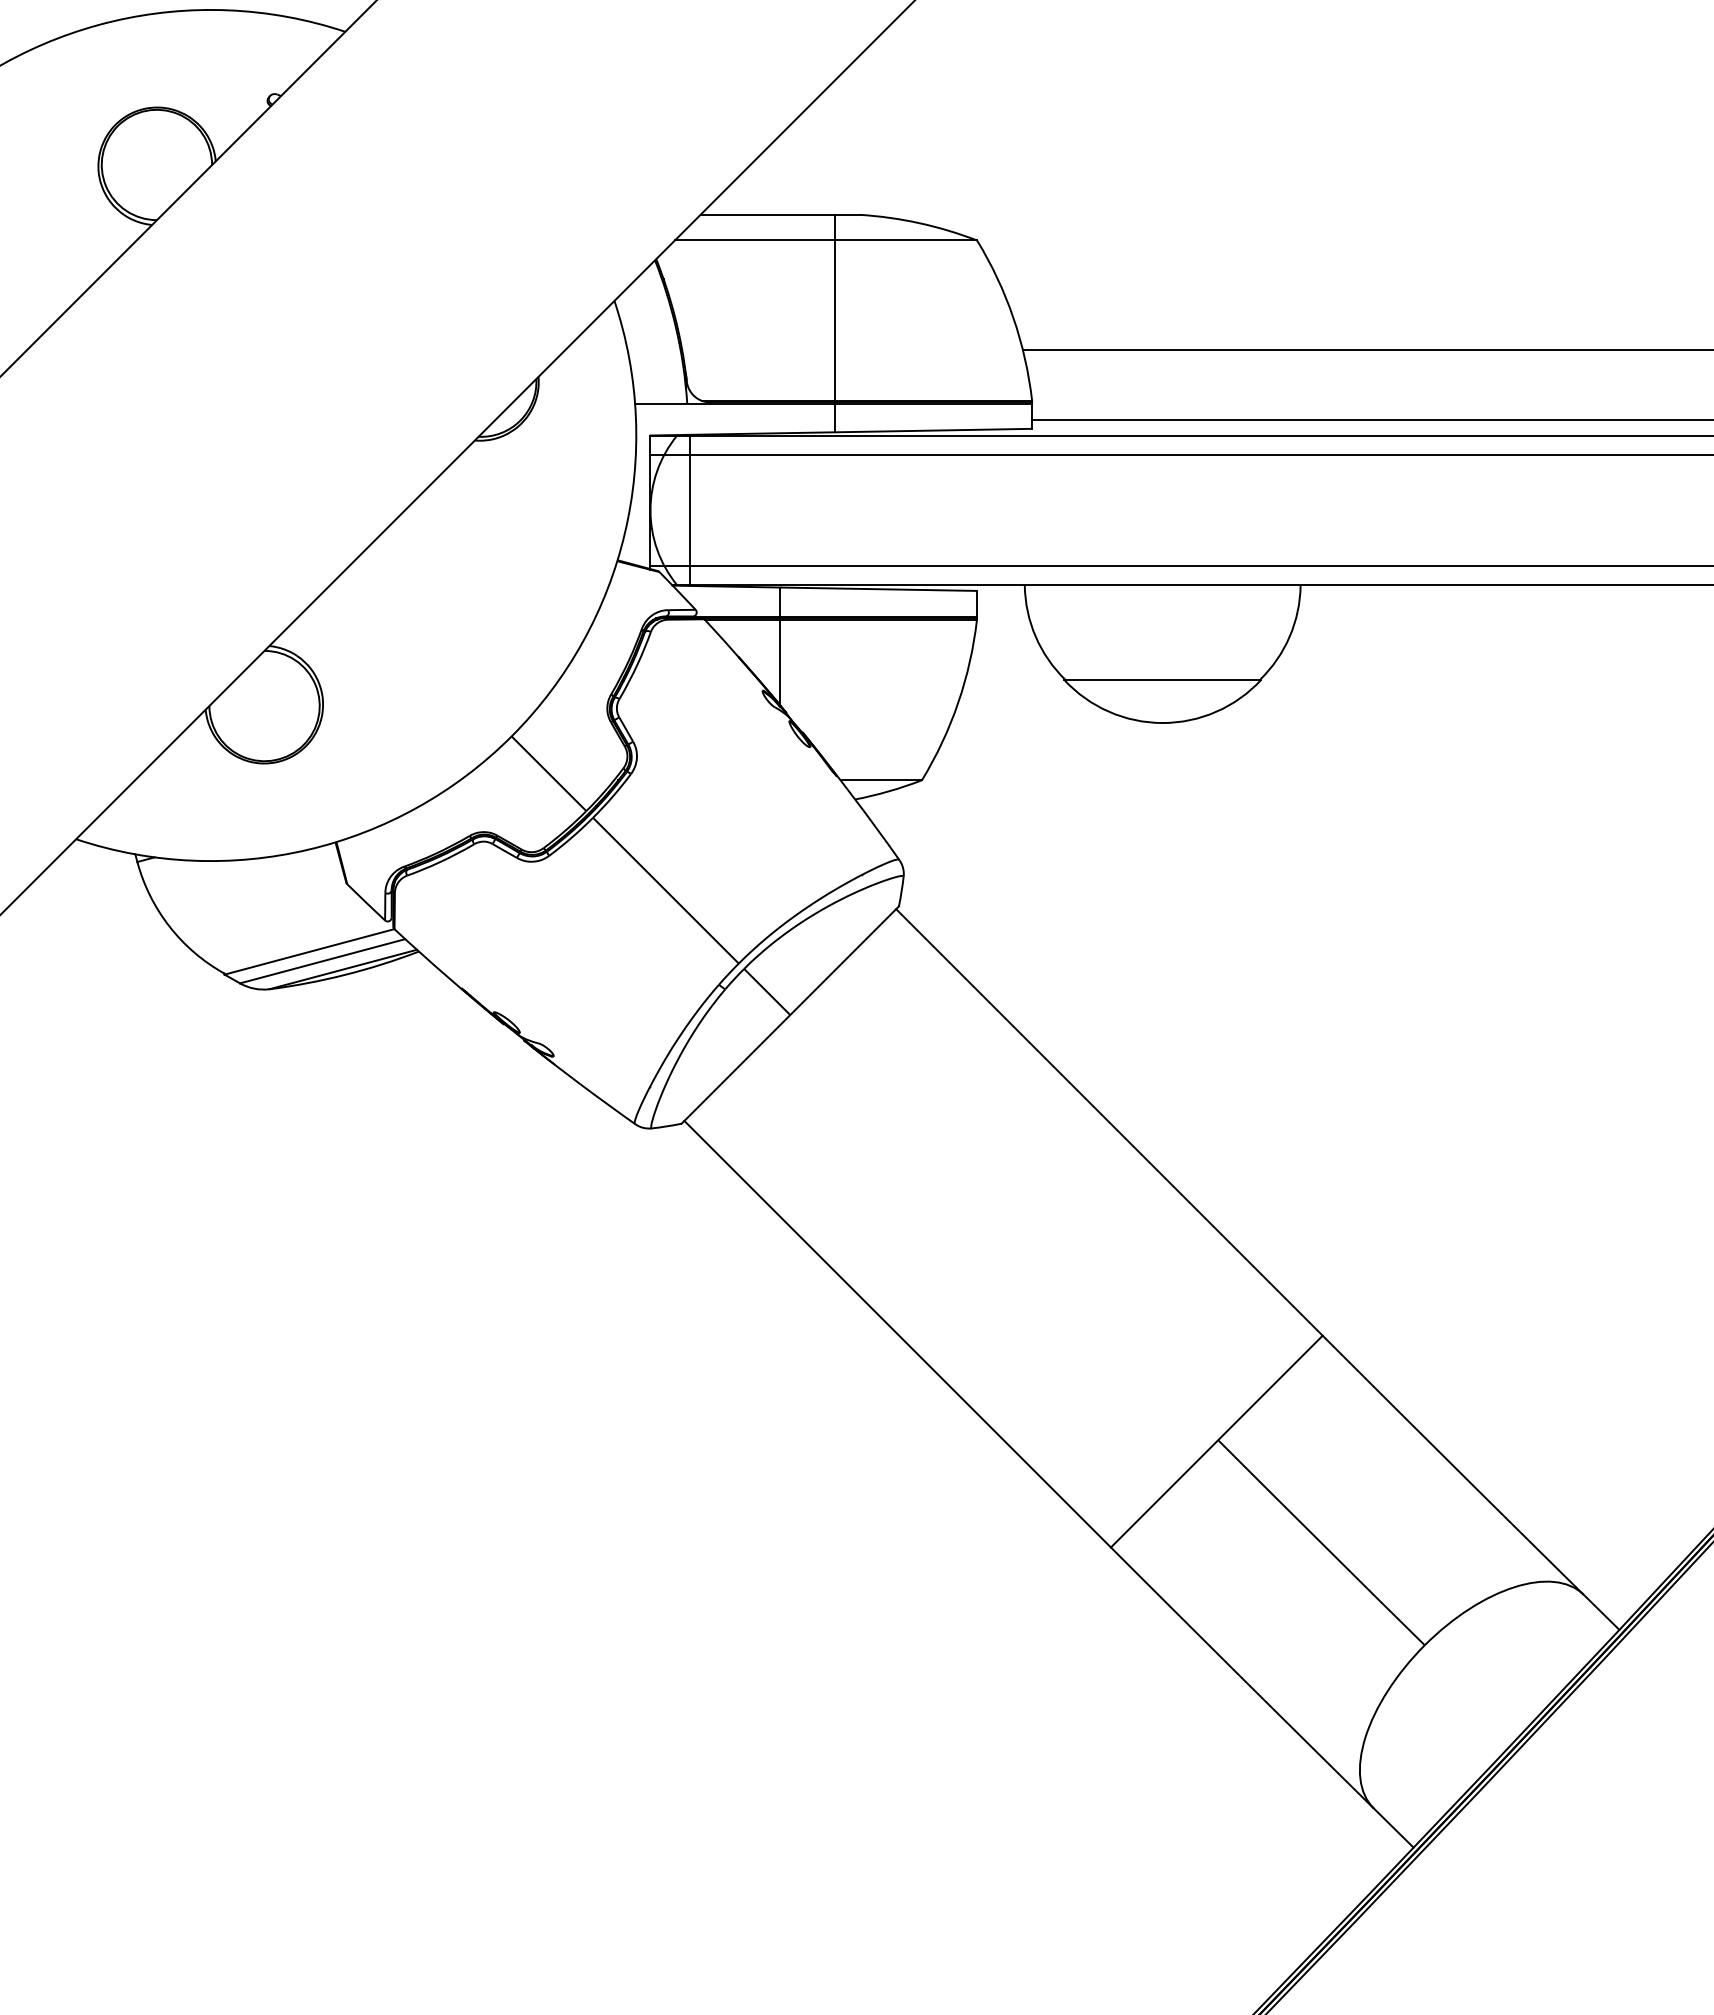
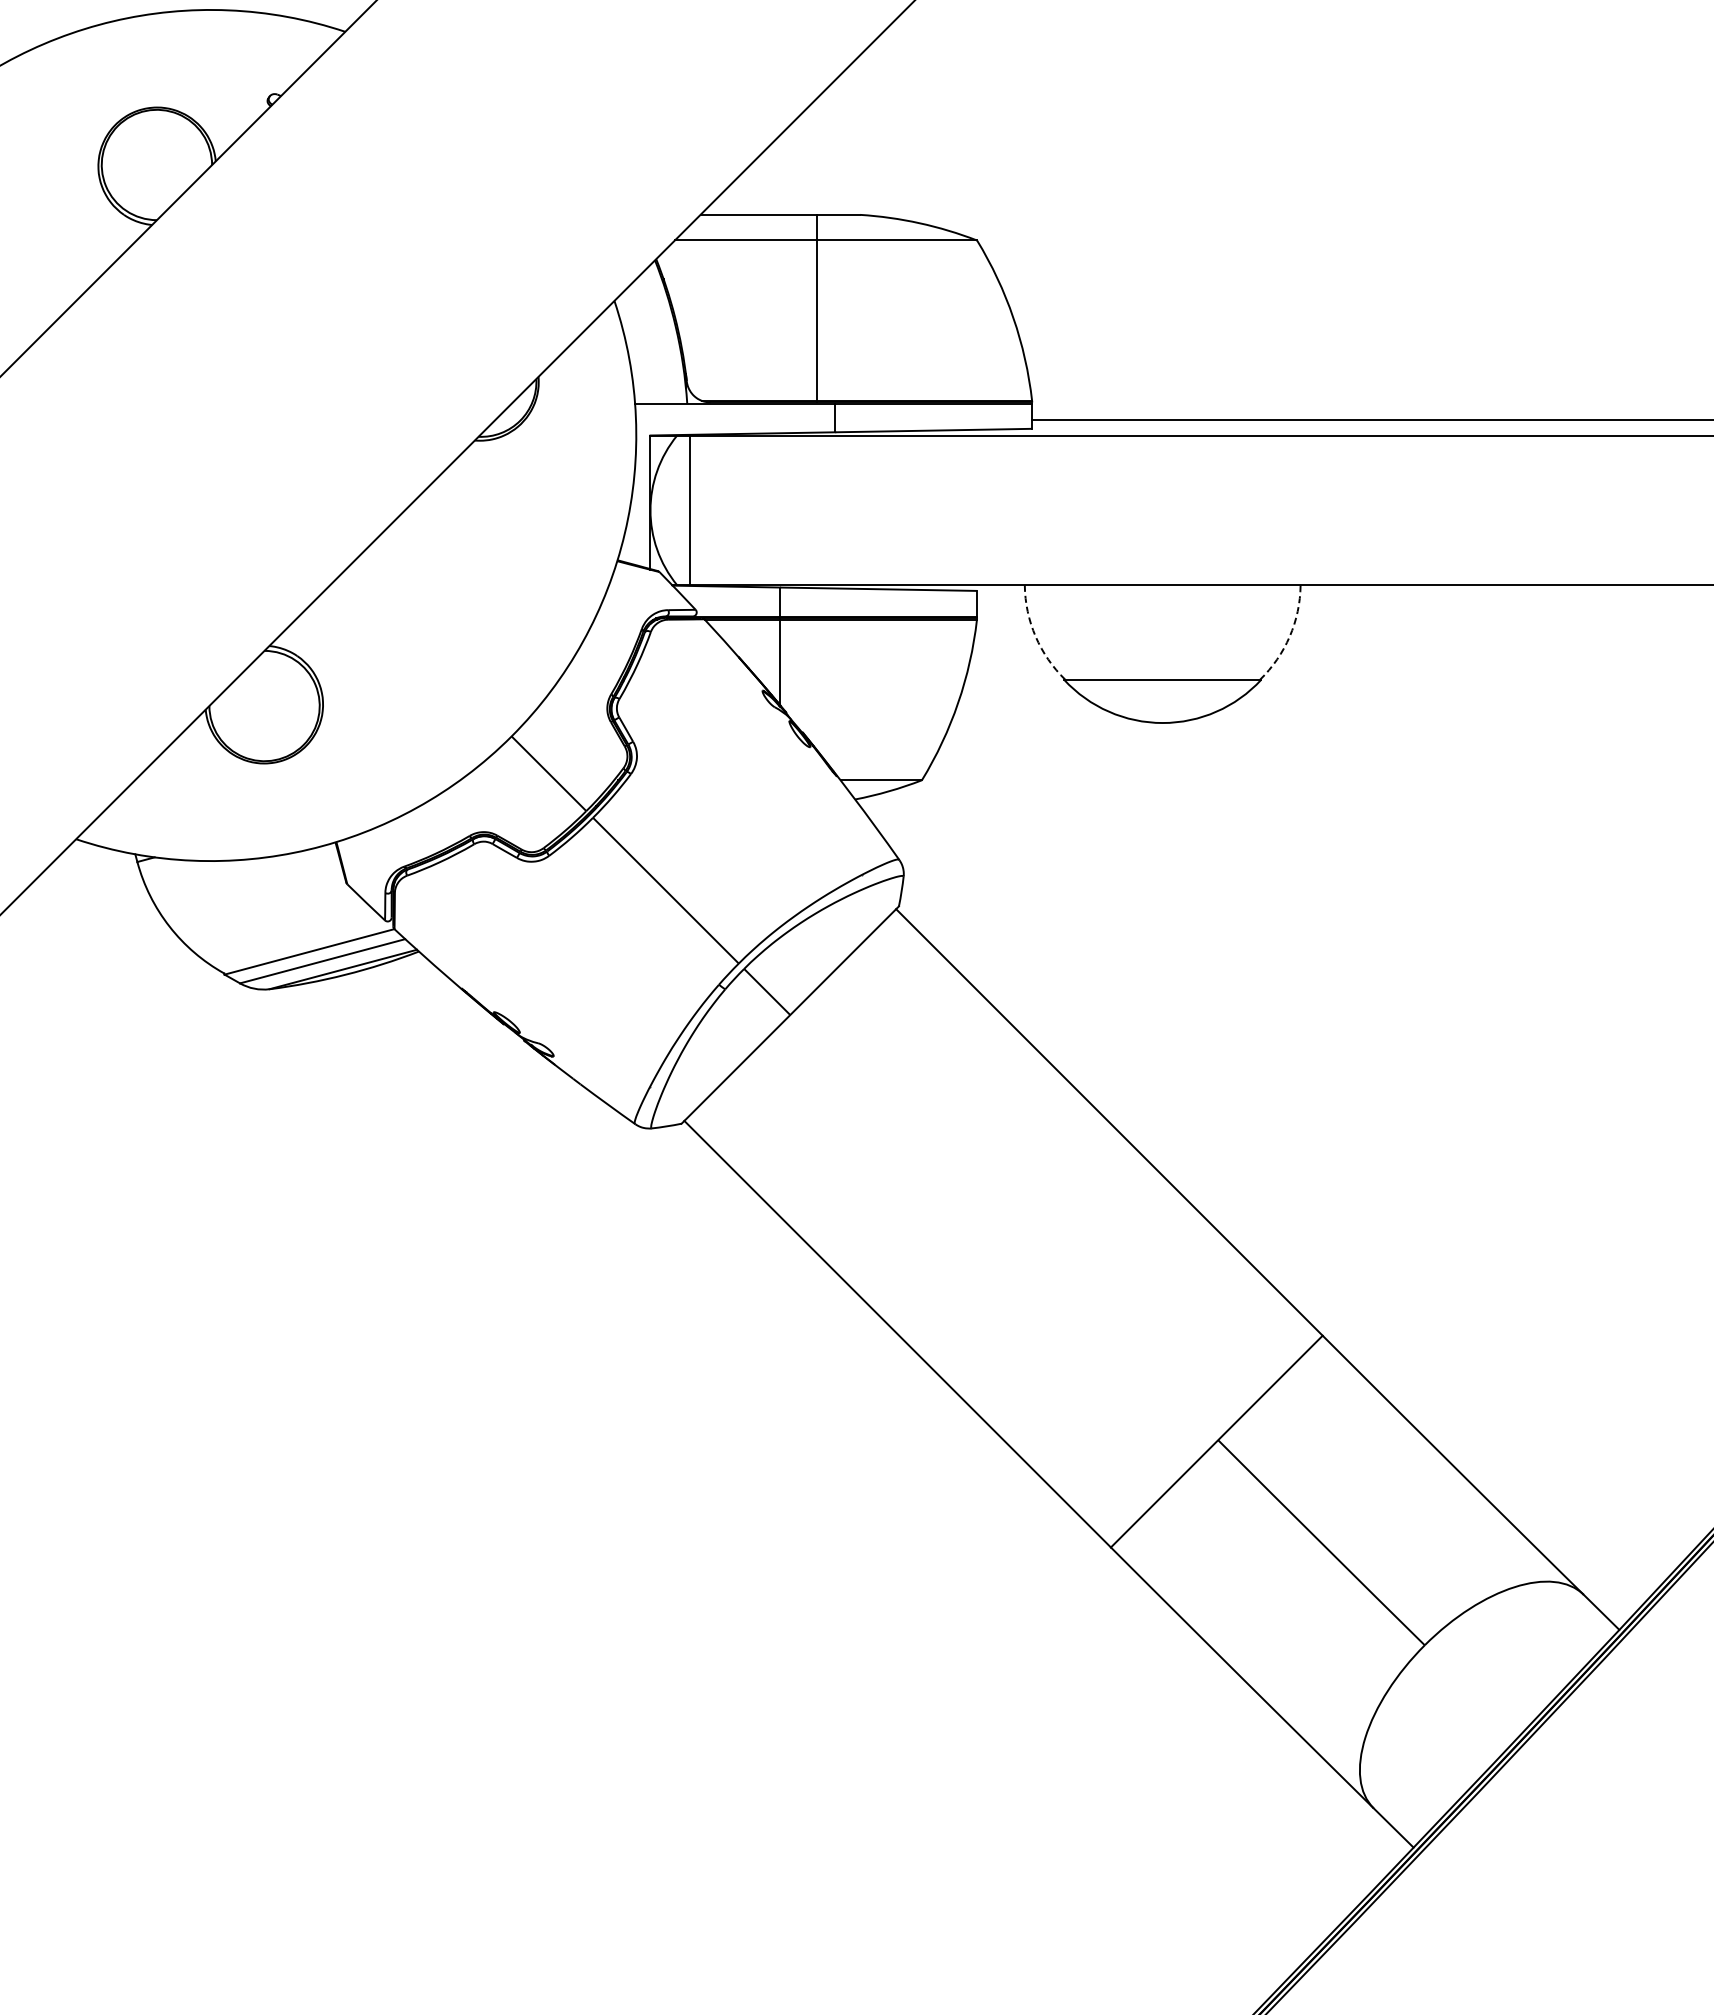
line at (835, 308) position: (835, 308) -> (817, 308)
line at (1366, 349): present -> none
line at (1180, 455): present -> none
line at (1180, 565): present -> none
arc at (1035, 636): solid -> dashed
arc at (1289, 636): solid -> dashed
